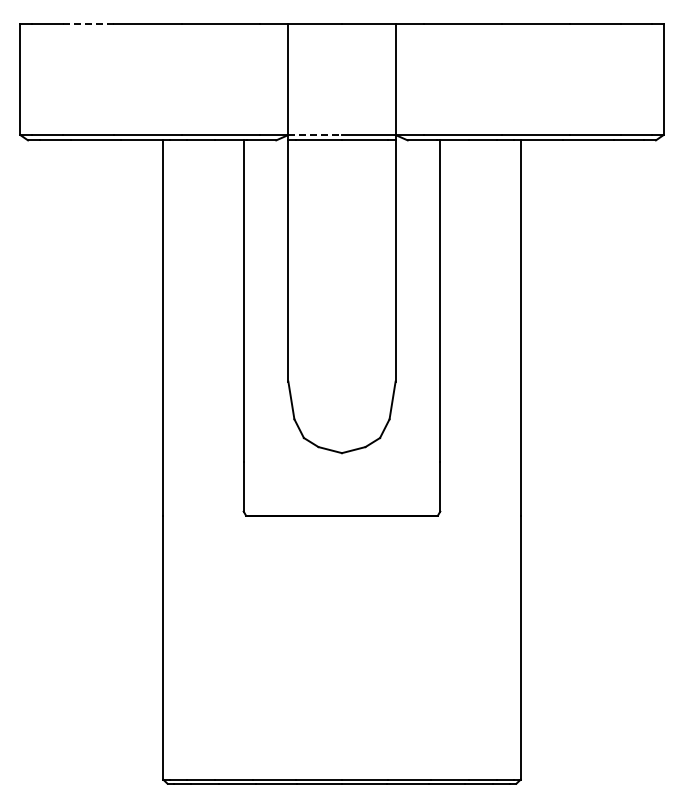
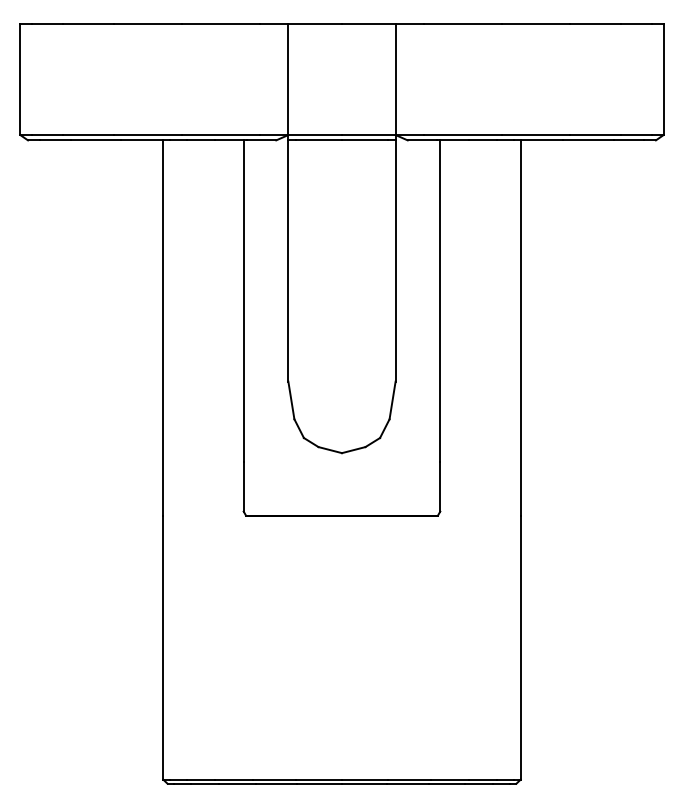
line at (88, 24): dashed -> solid
line at (315, 135): dashed -> solid
